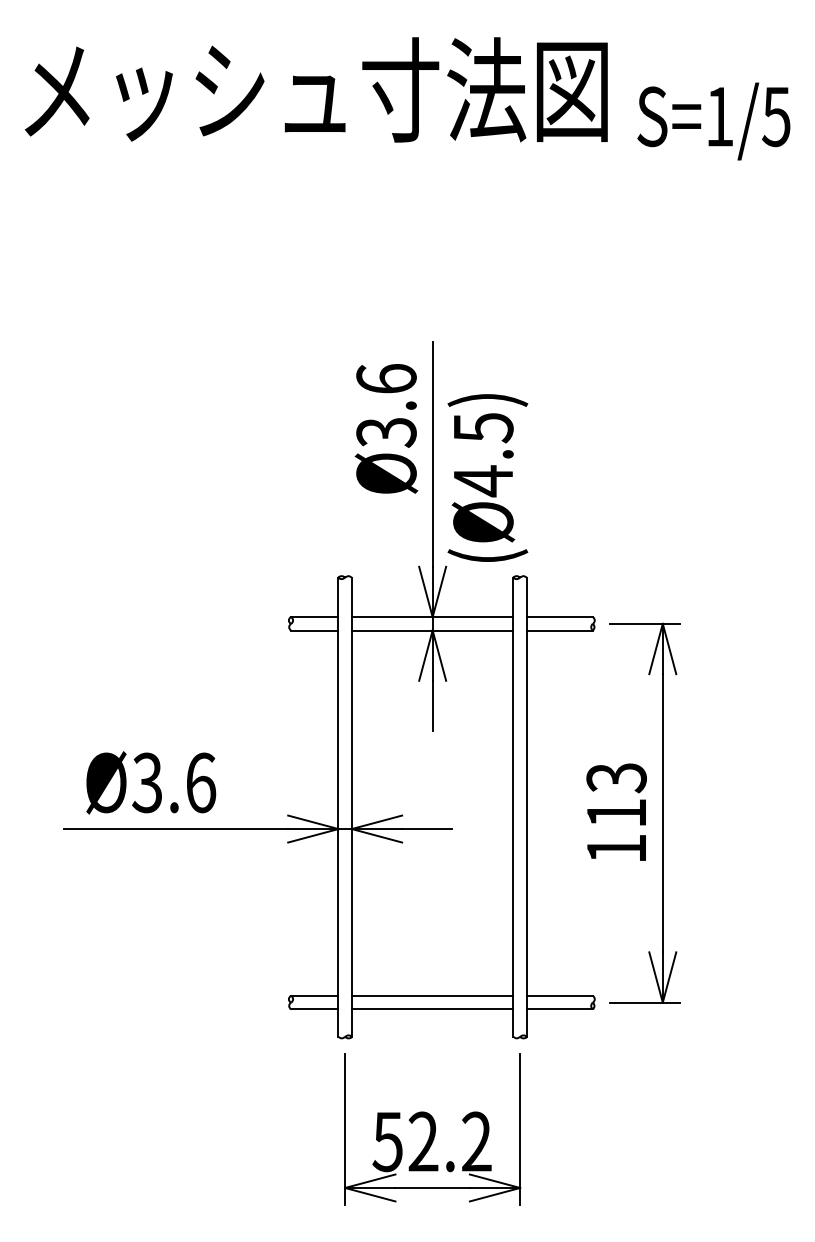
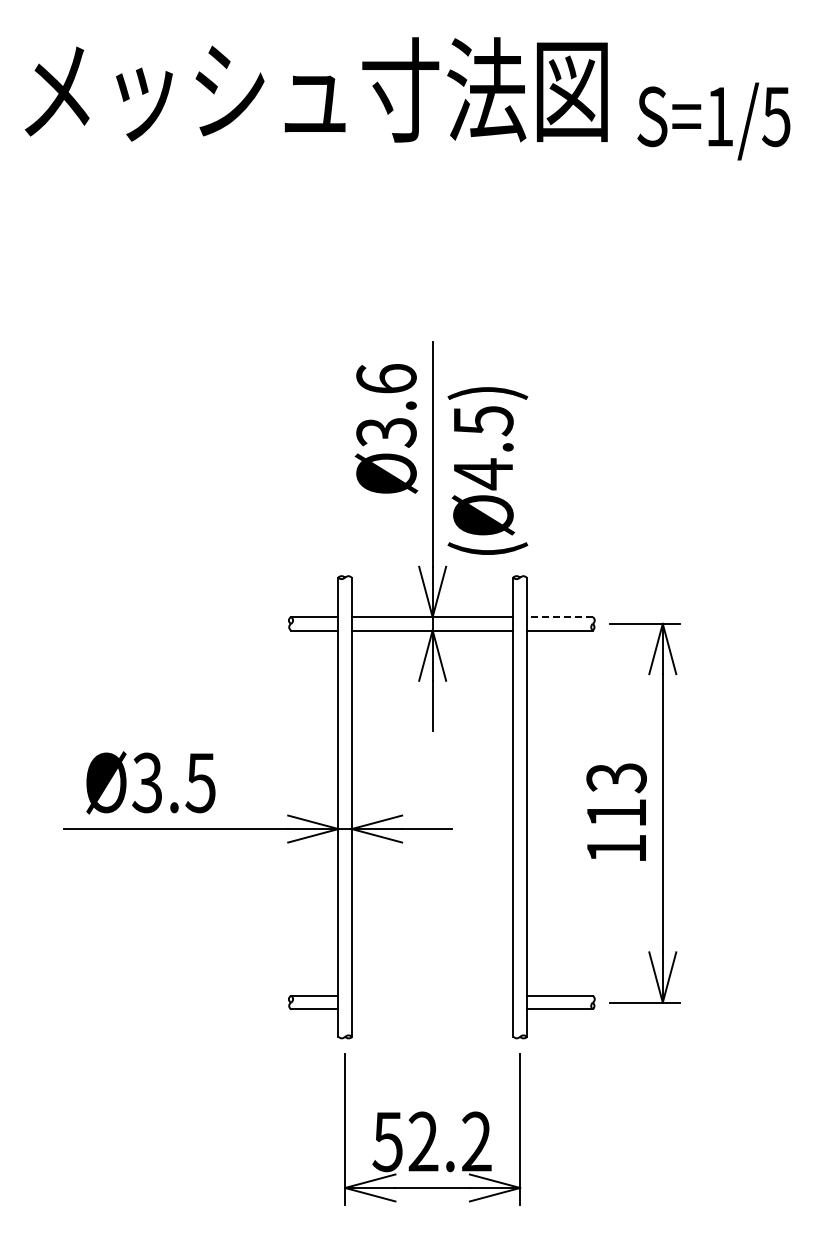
text at (487, 477) position: (487, 477) -> (487, 470)
line at (559, 617): solid -> dashed
text at (200, 782): Ø3.6 -> Ø3.5
line at (432, 995): present -> none
line at (432, 1009): present -> none
